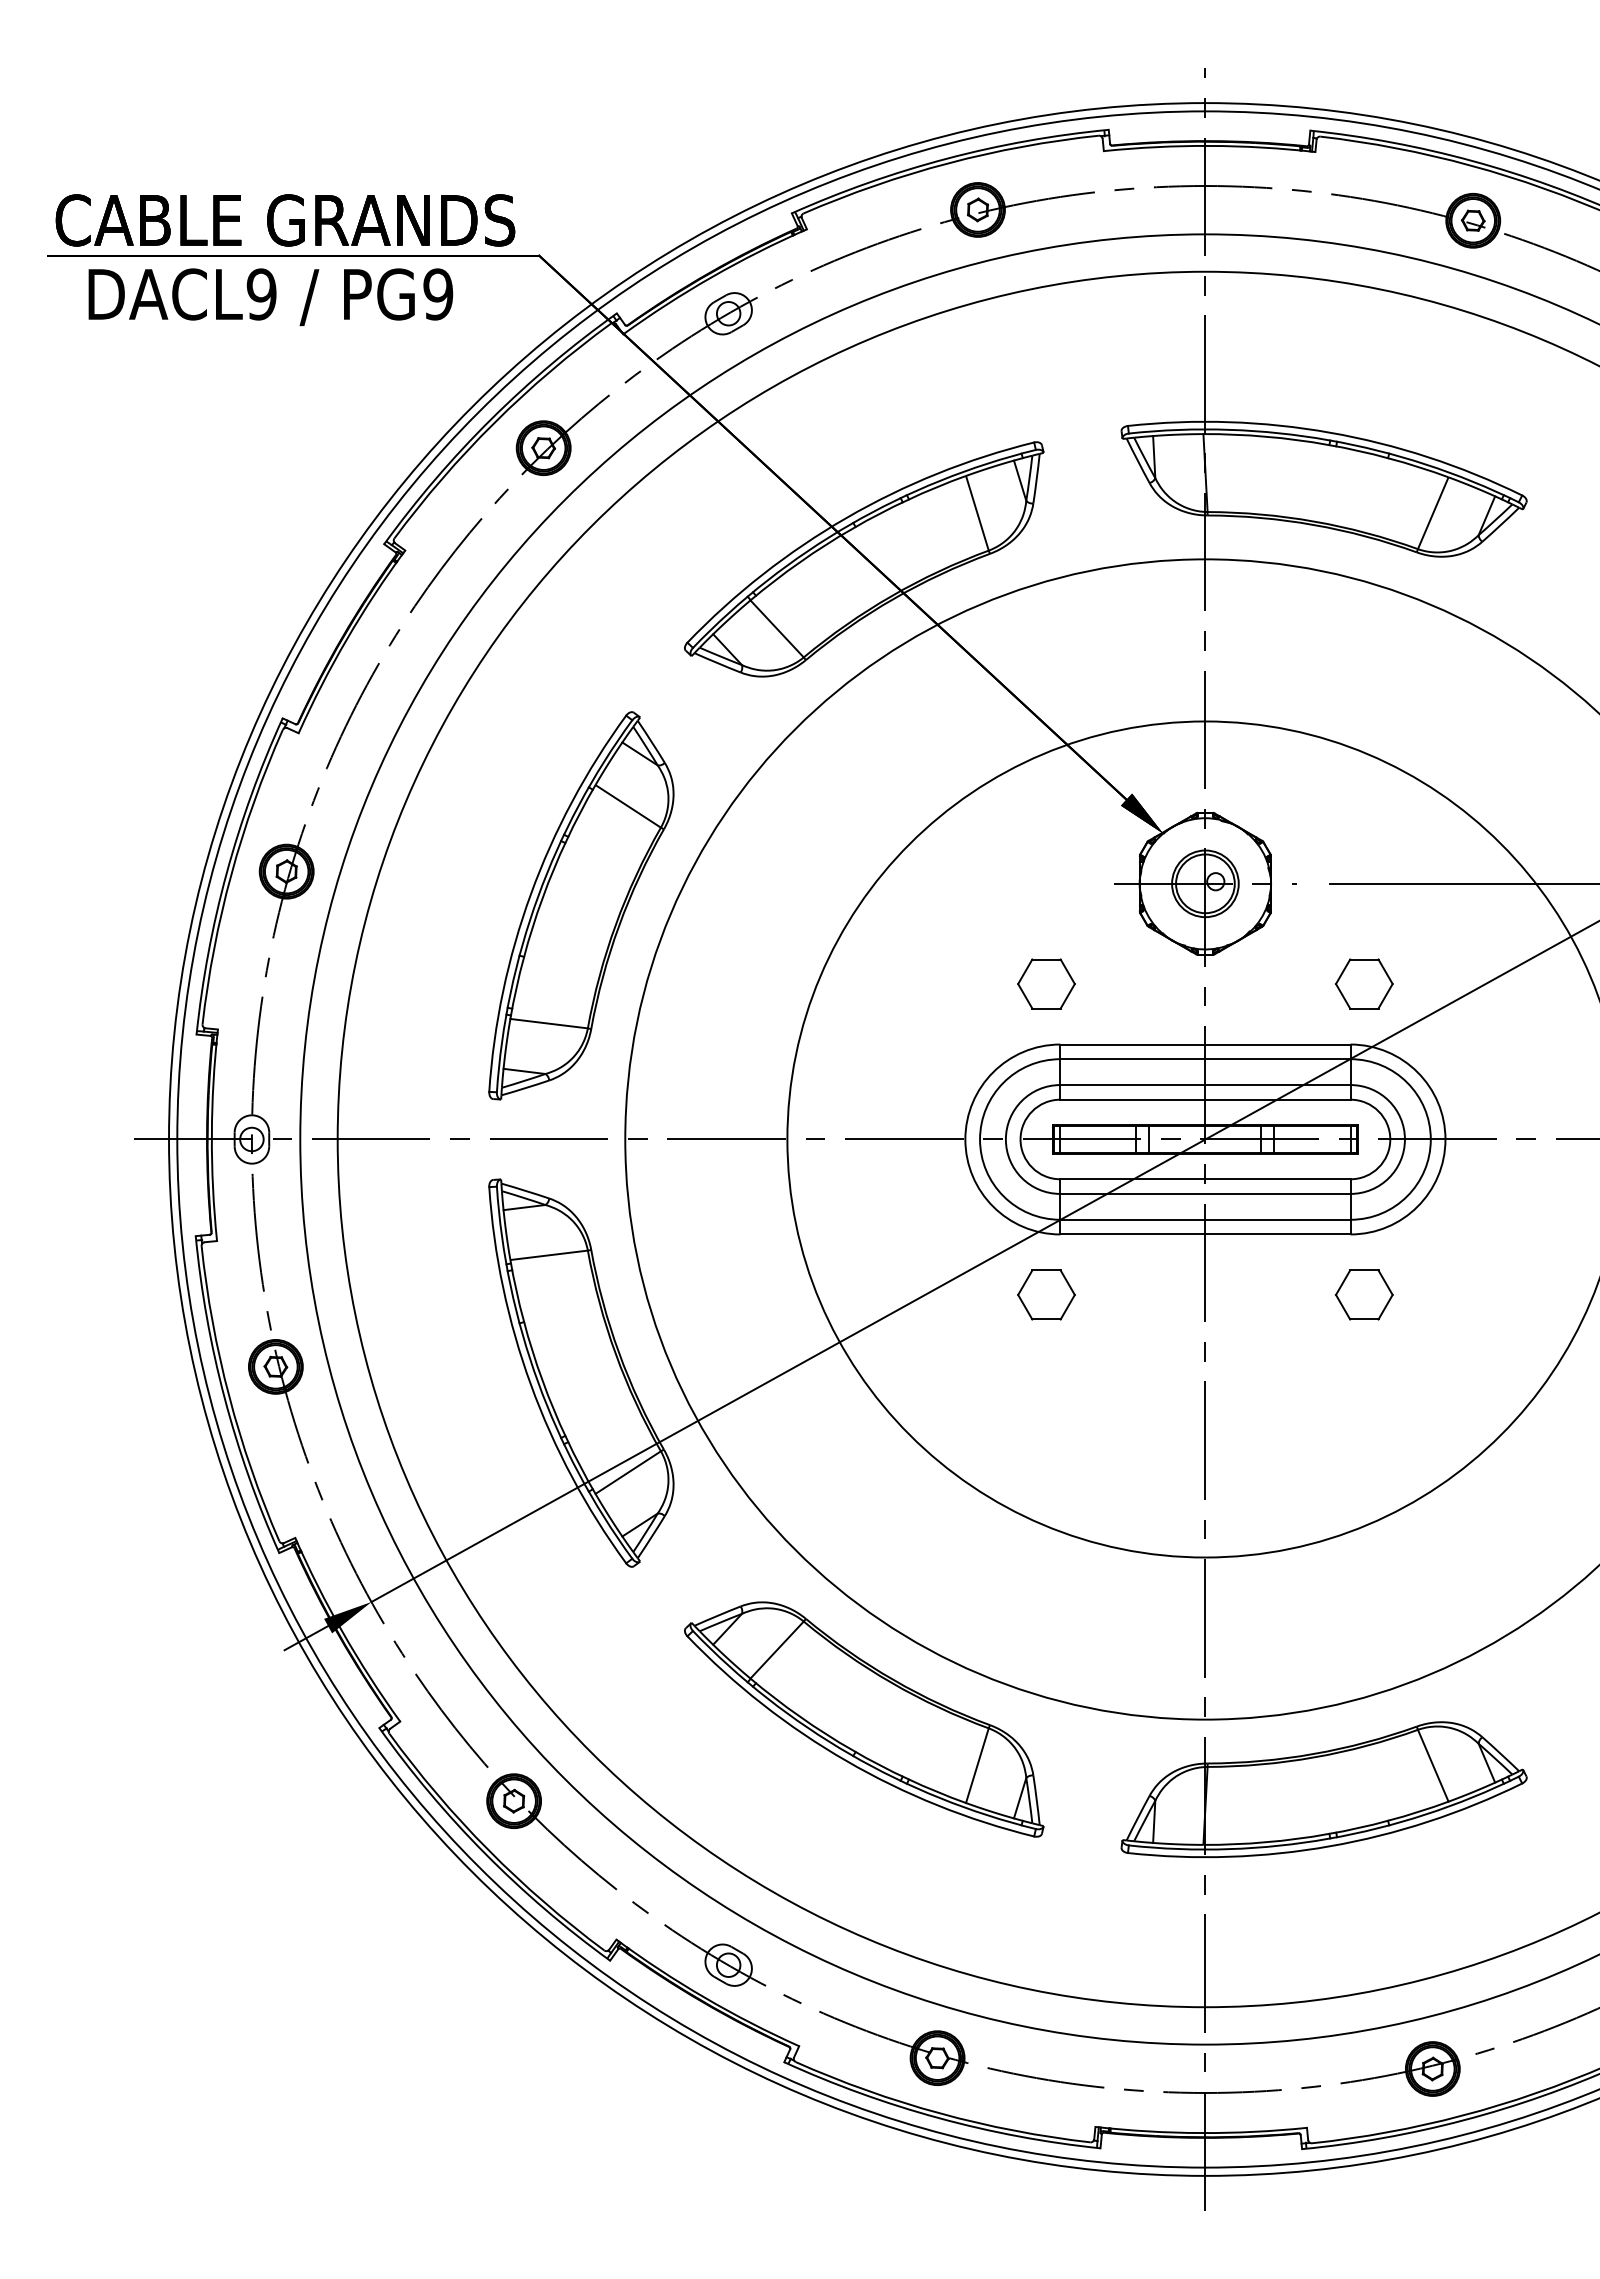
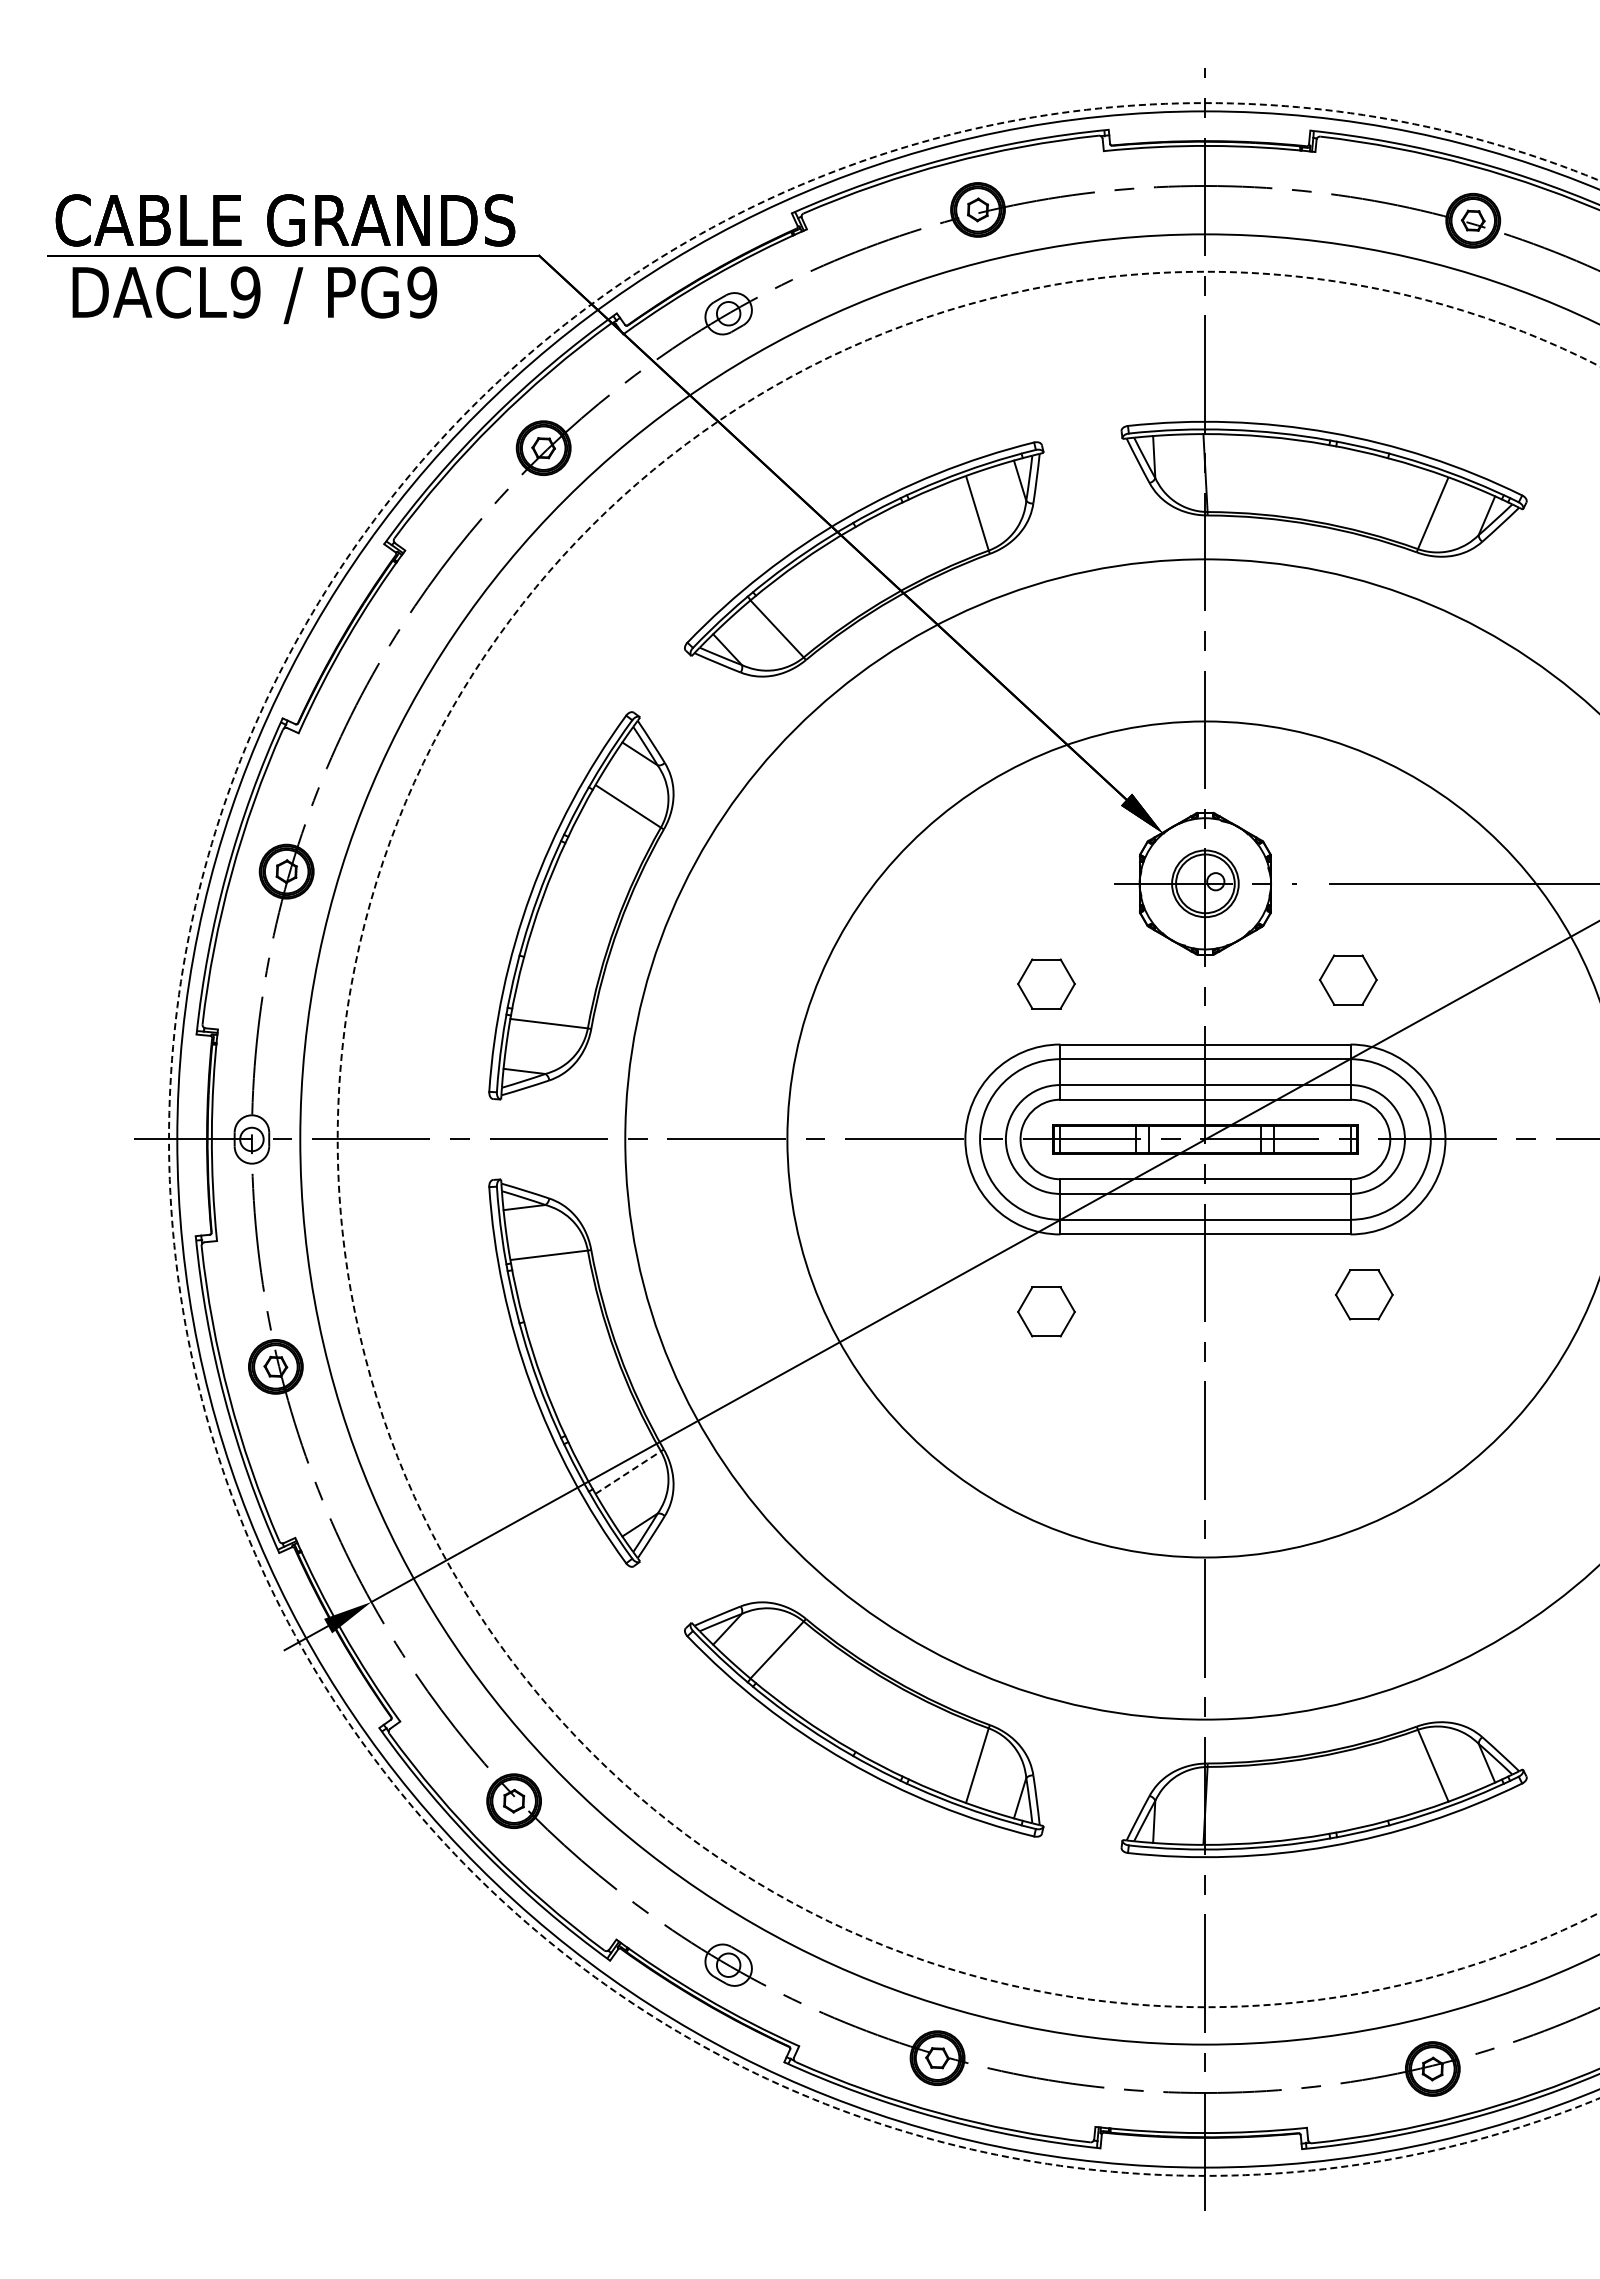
text at (270, 296) position: (270, 296) -> (254, 294)
part at (1364, 983) position: (1364, 983) -> (1348, 979)
circle at (884, 1139): solid -> dashed
circle at (968, 1139): solid -> dashed
part at (1046, 1294) position: (1046, 1294) -> (1046, 1311)
line at (628, 1472): solid -> dashed
